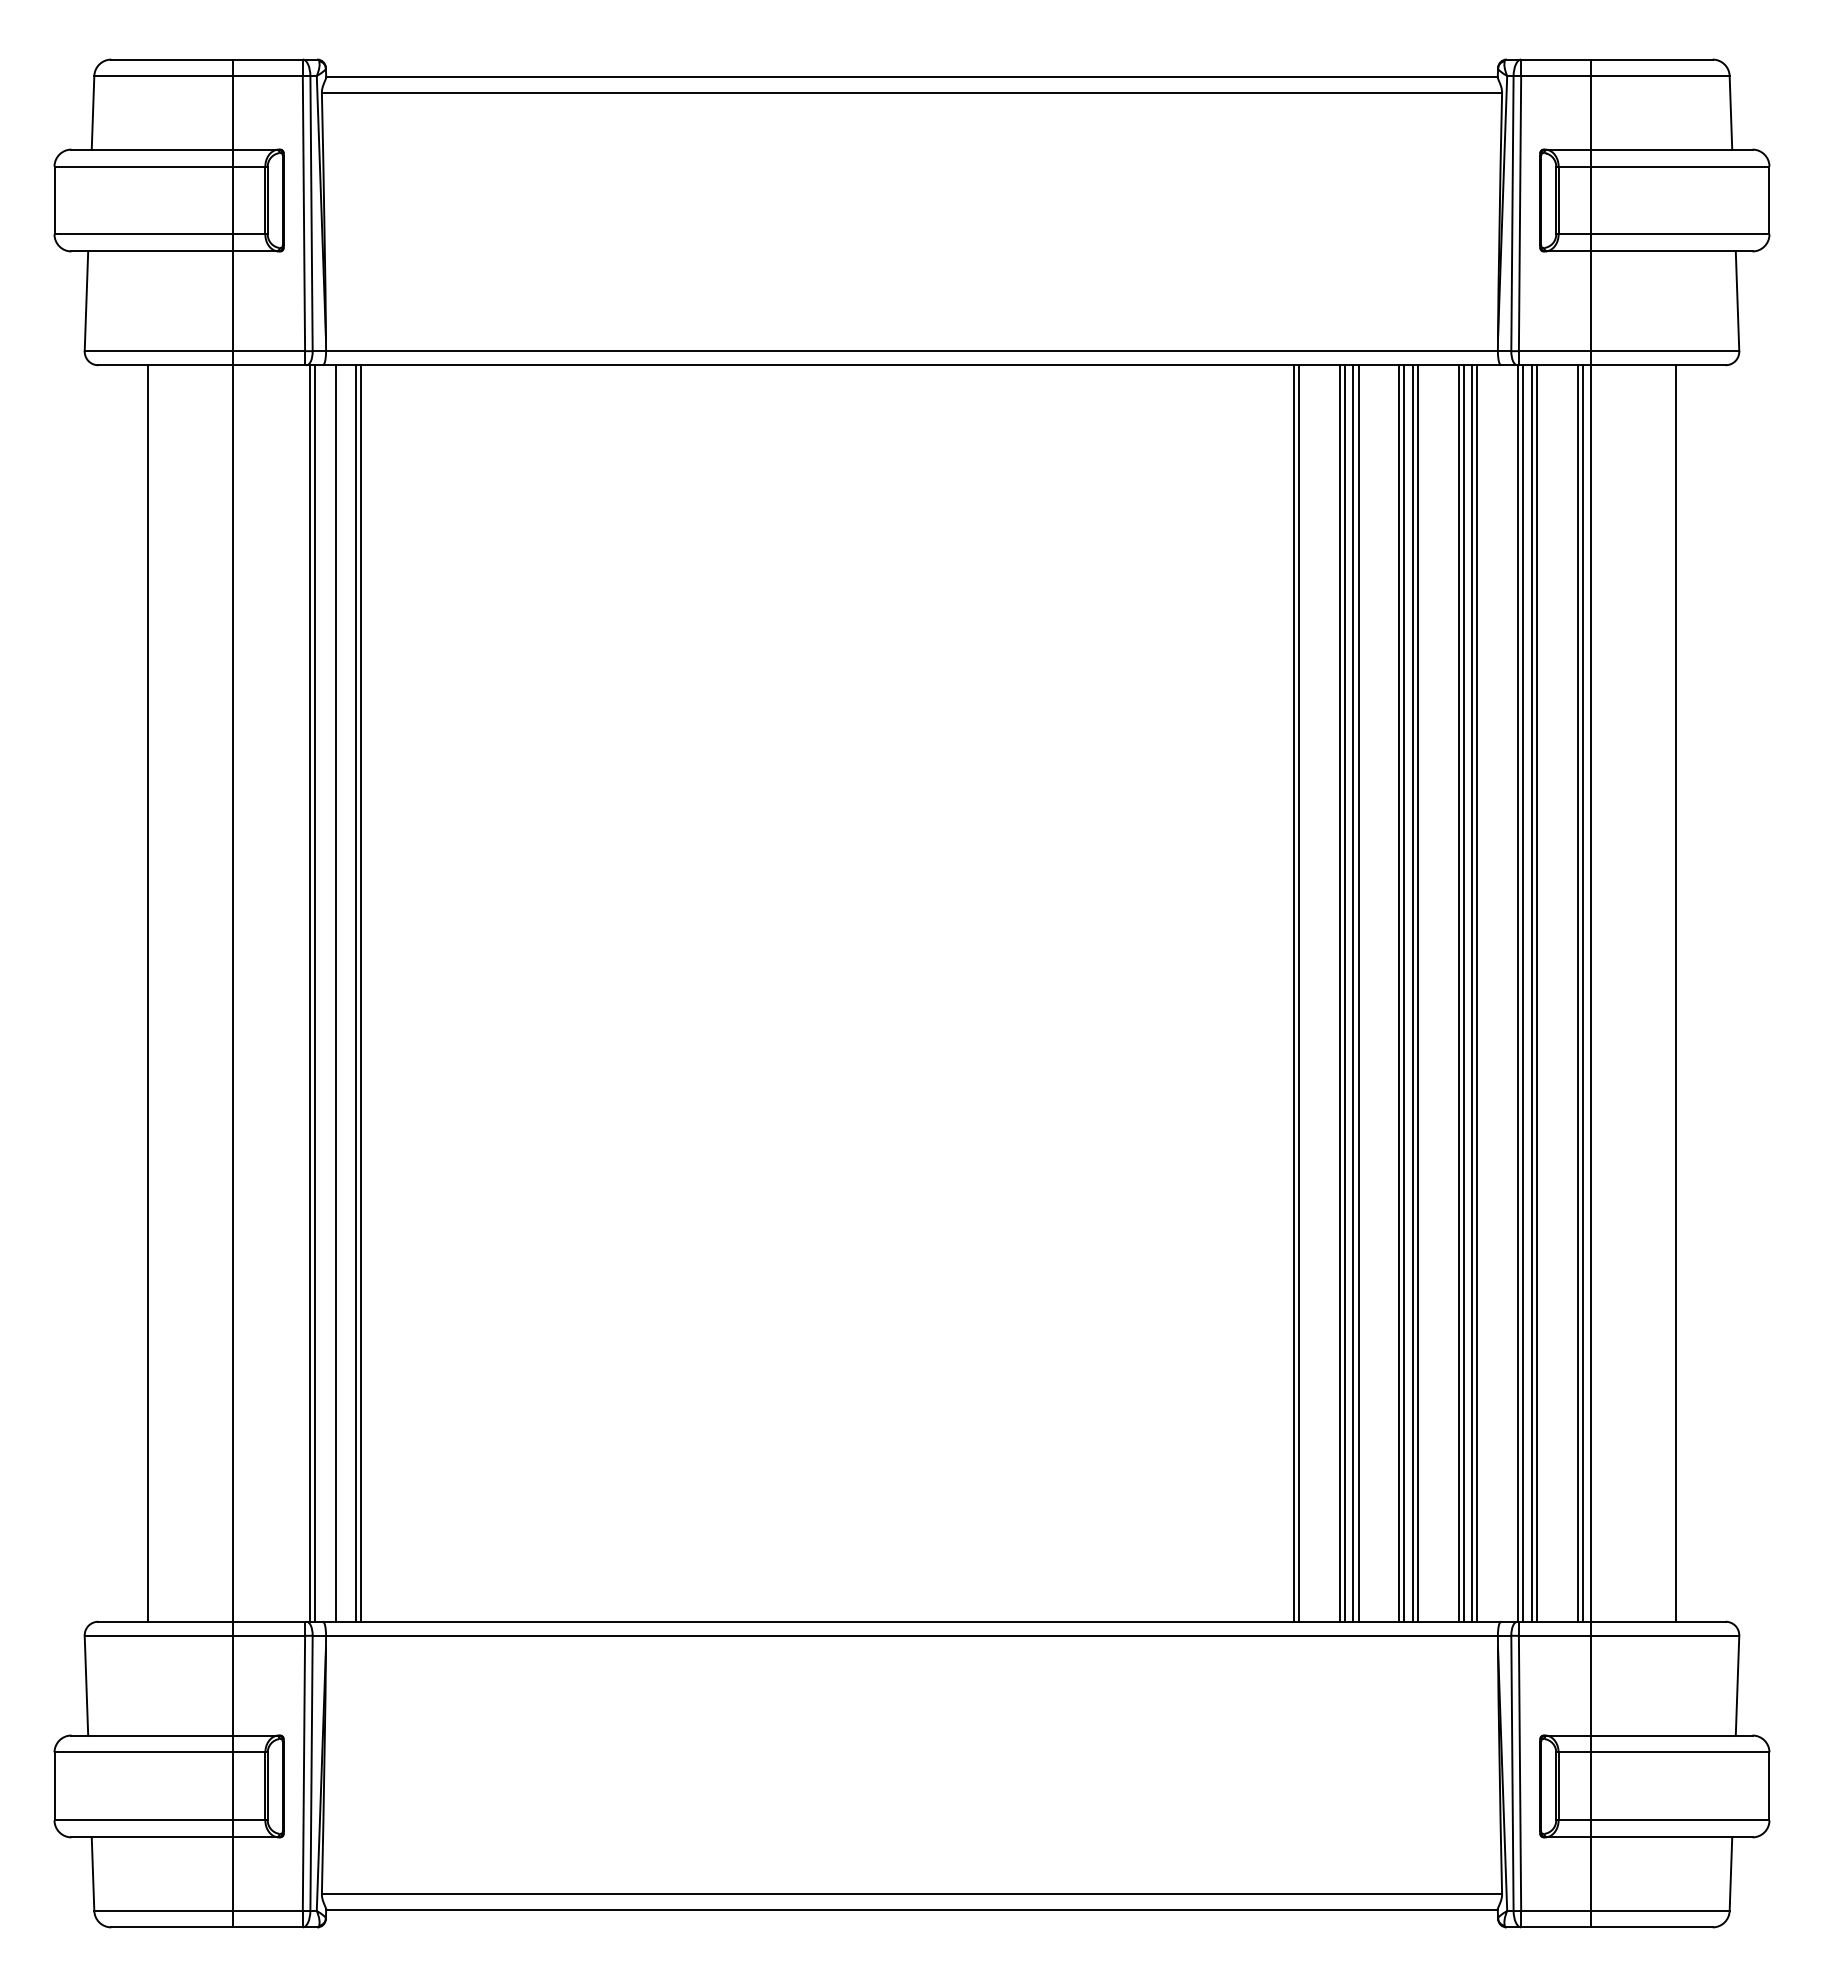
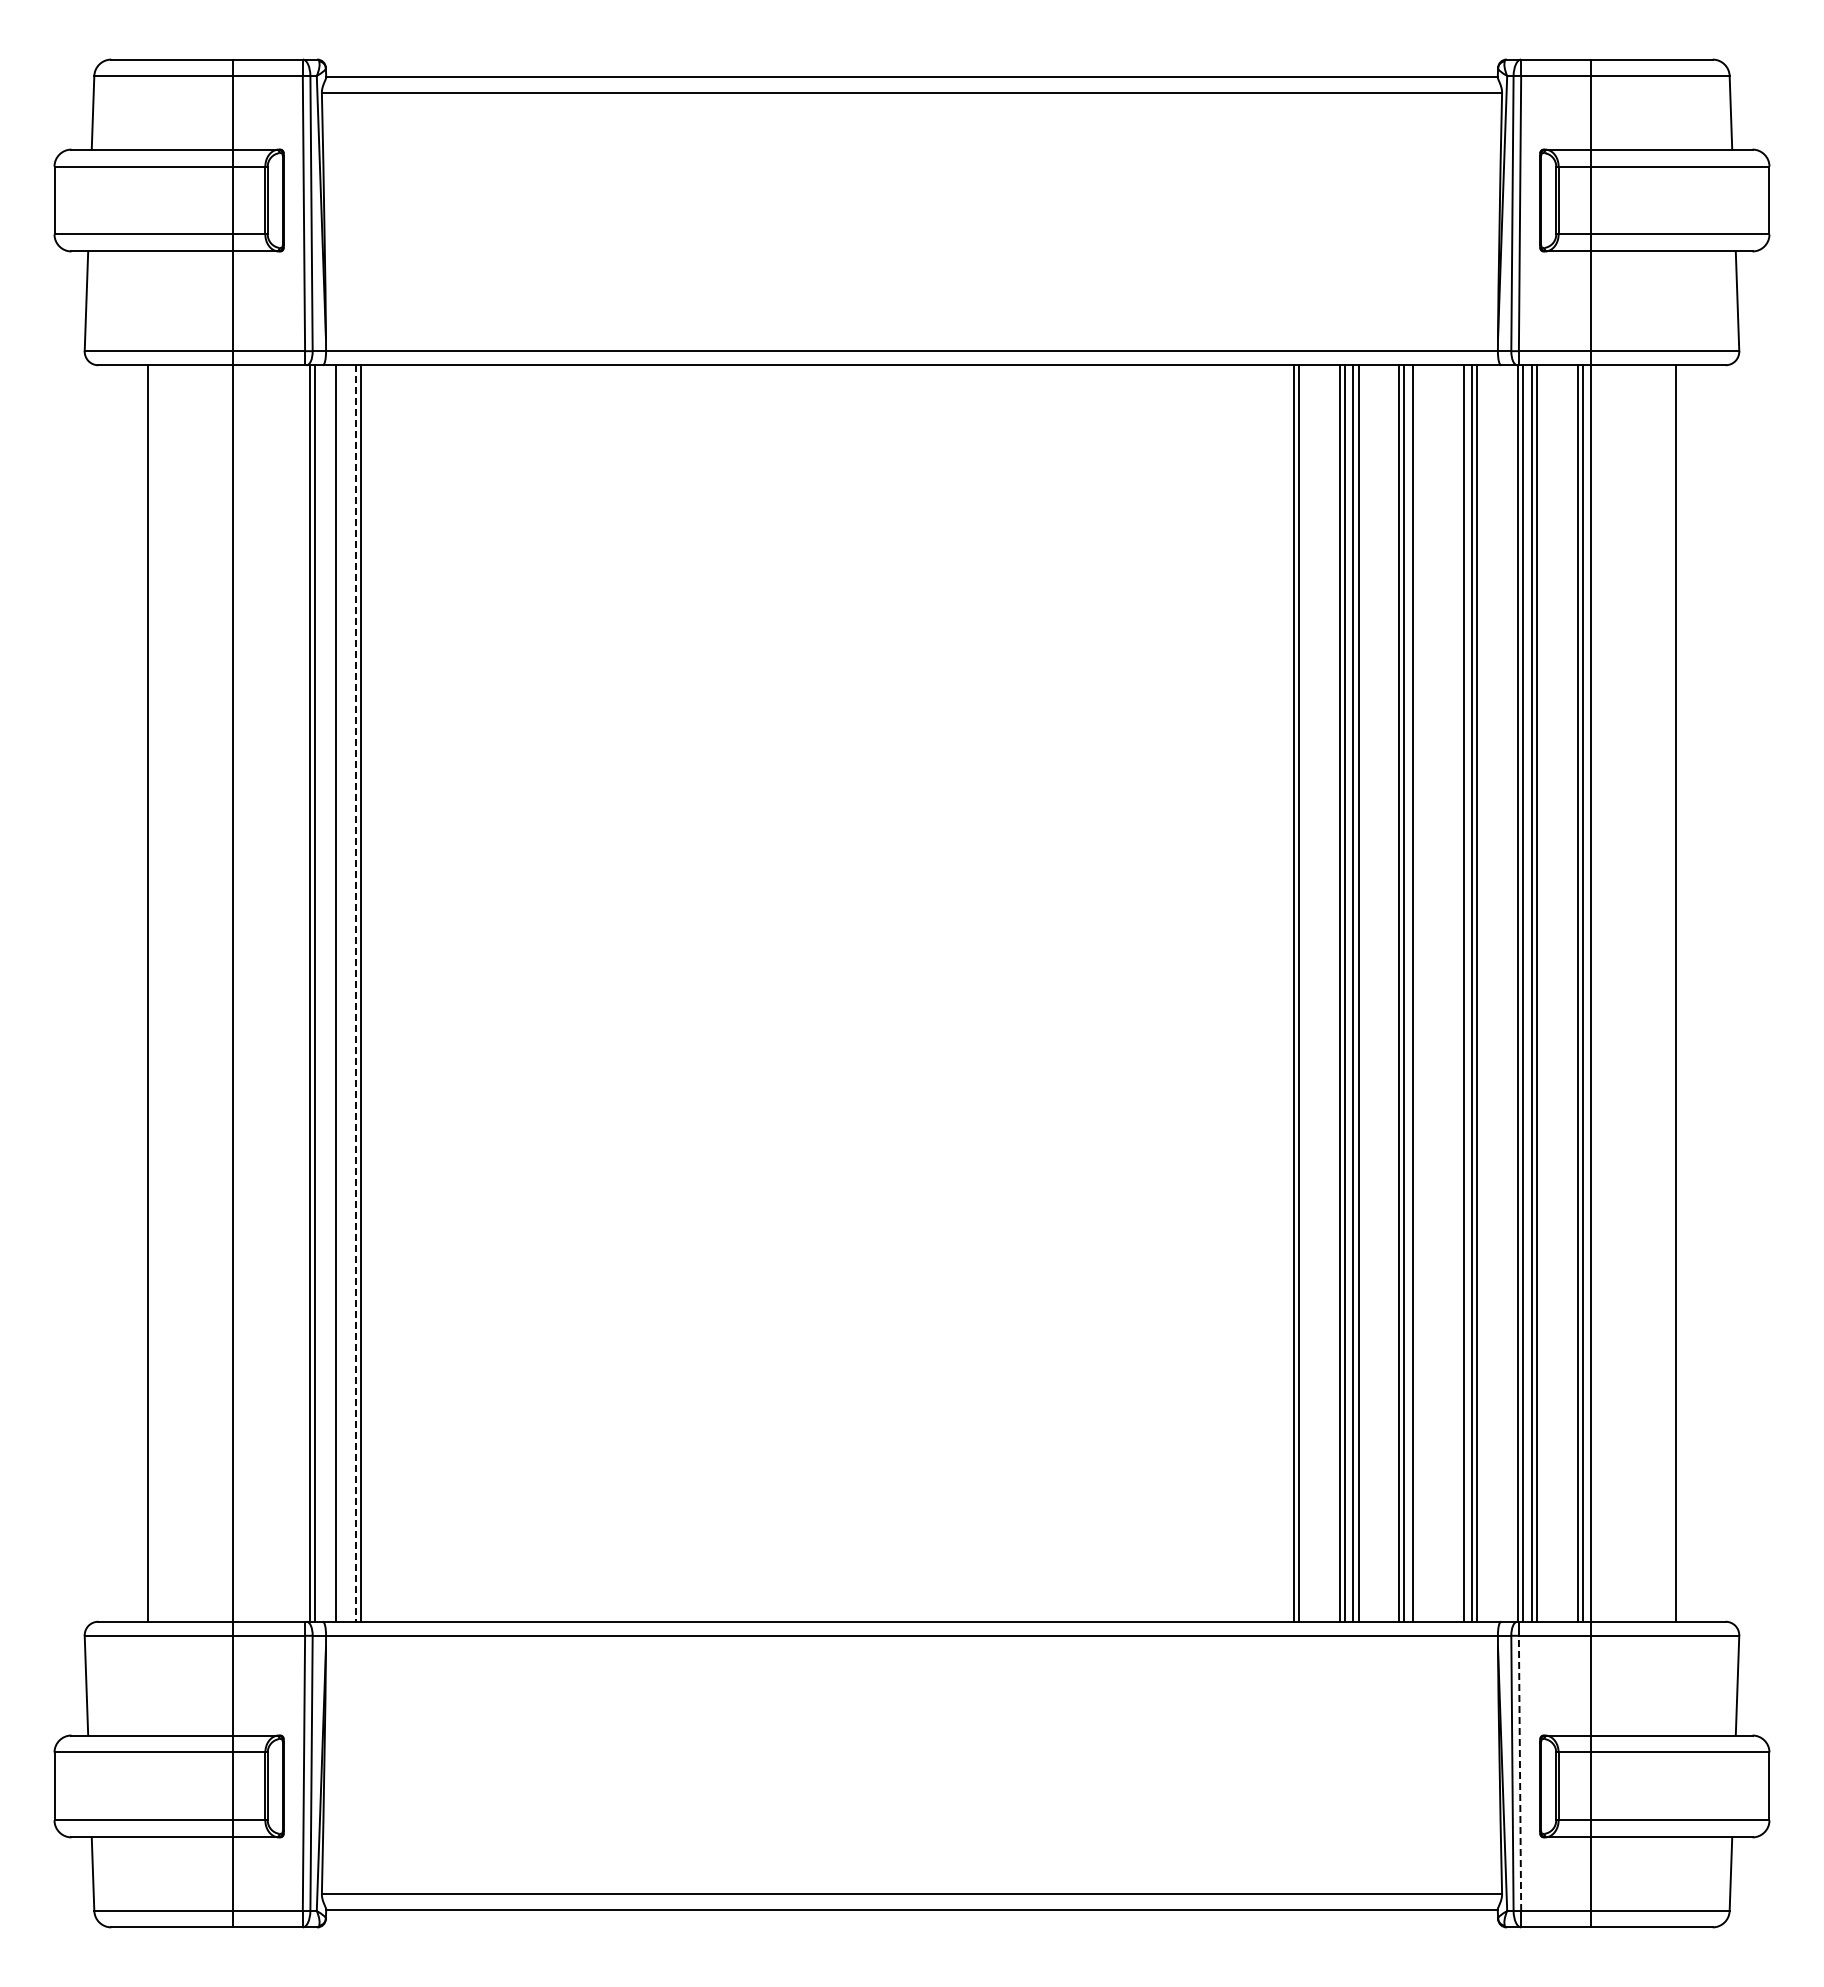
line at (355, 993): solid -> dashed
line at (1417, 993): present -> none
line at (1458, 993): present -> none
line at (1520, 1773): solid -> dashed
